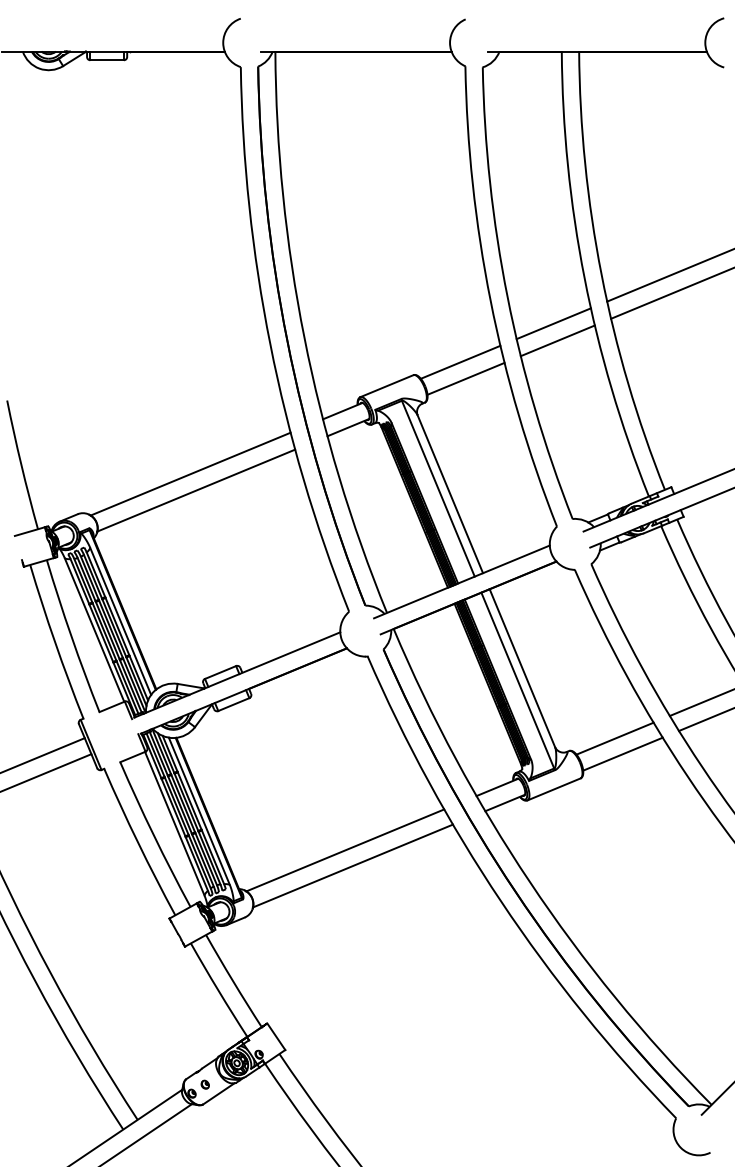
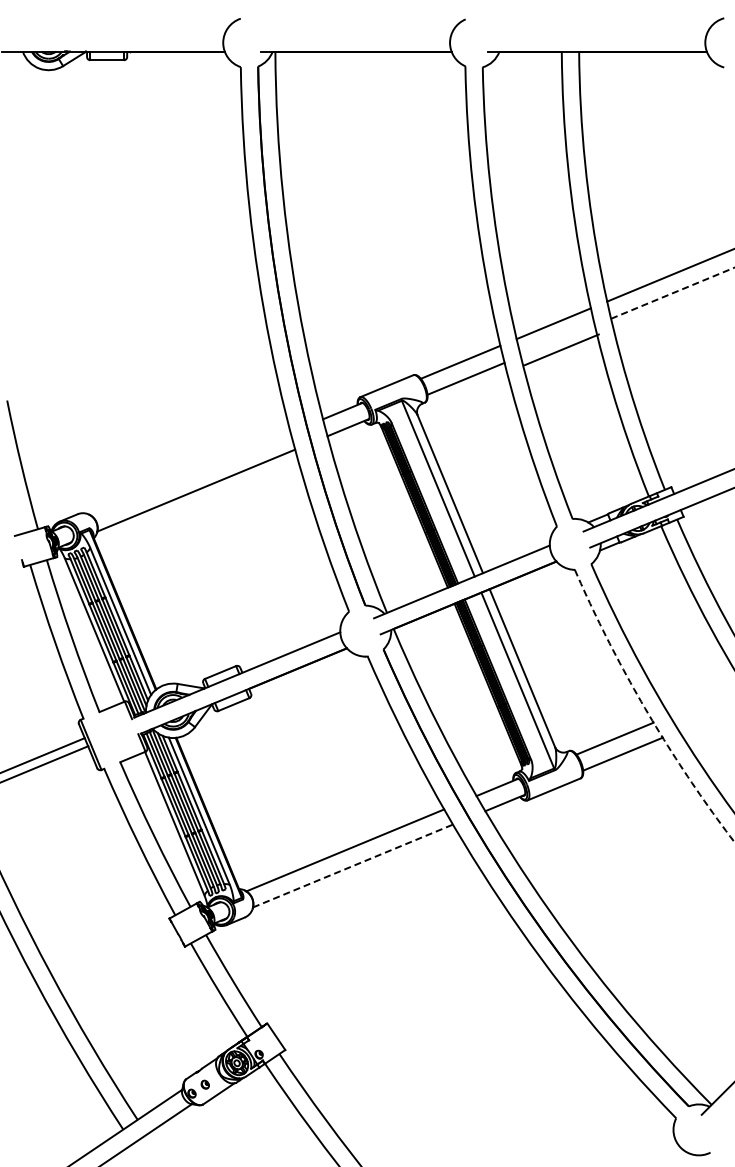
line at (673, 292): solid -> dashed
line at (557, 340) position: (557, 340) -> (561, 349)
line at (190, 473): present -> none
line at (700, 703): present -> none
arc at (646, 710): solid -> dashed
line at (704, 720): present -> none
line at (46, 772) position: (46, 772) -> (45, 763)
line at (353, 865): solid -> dashed
